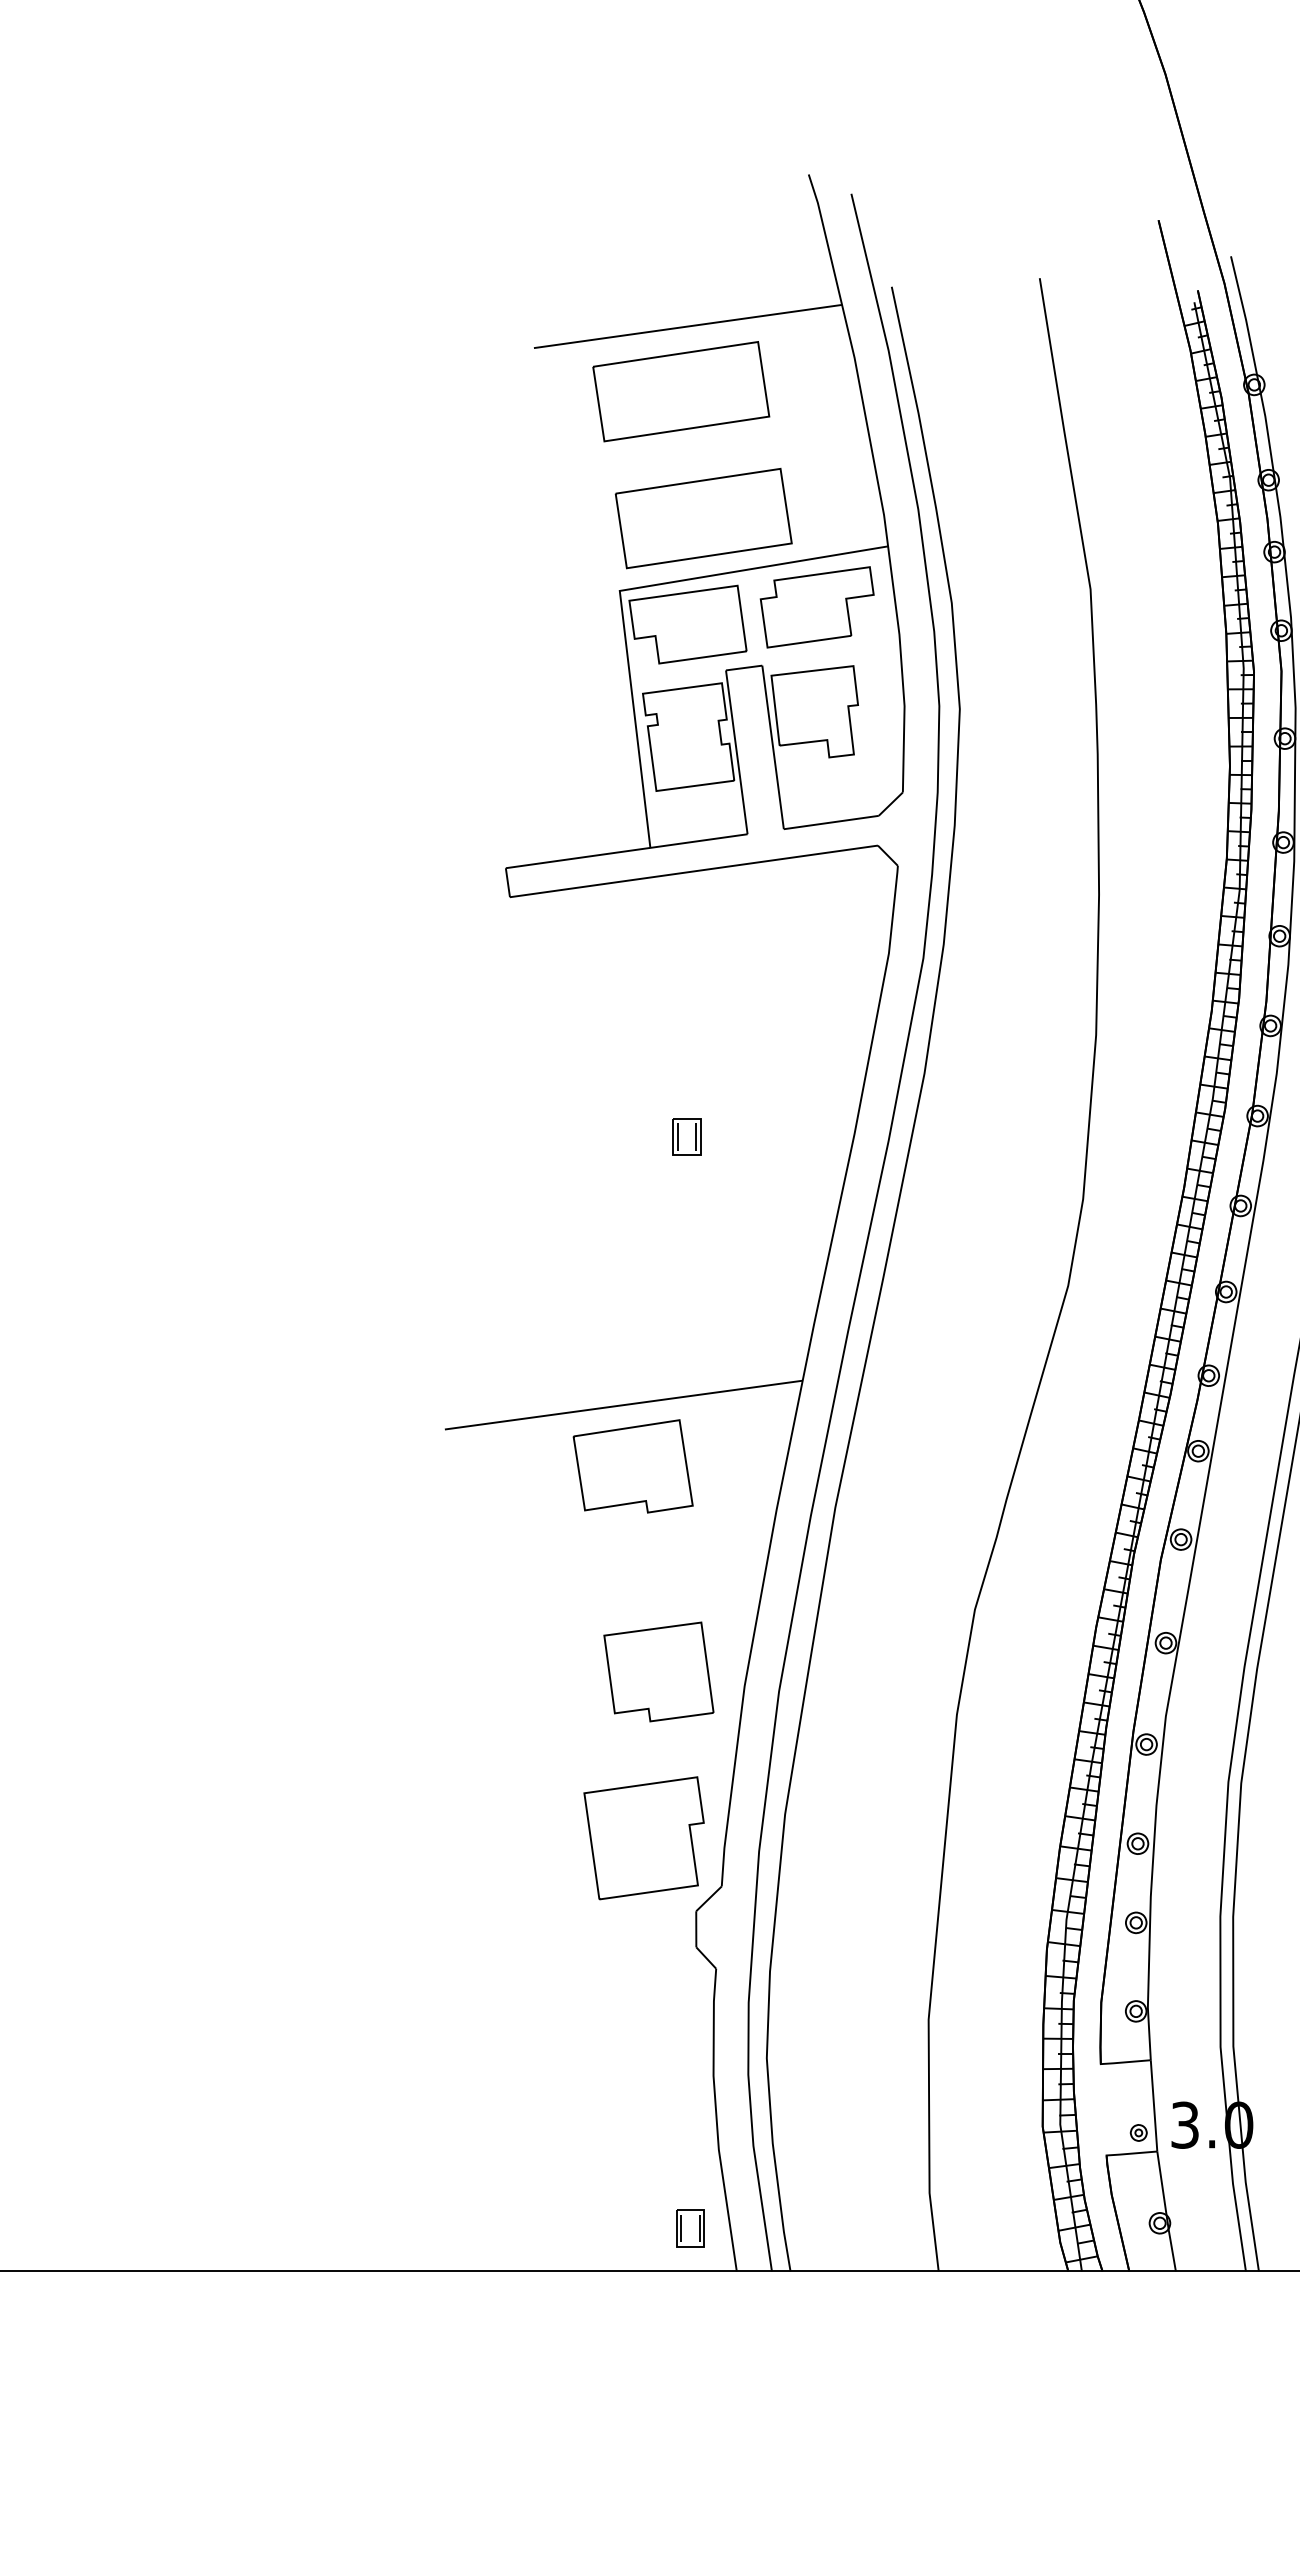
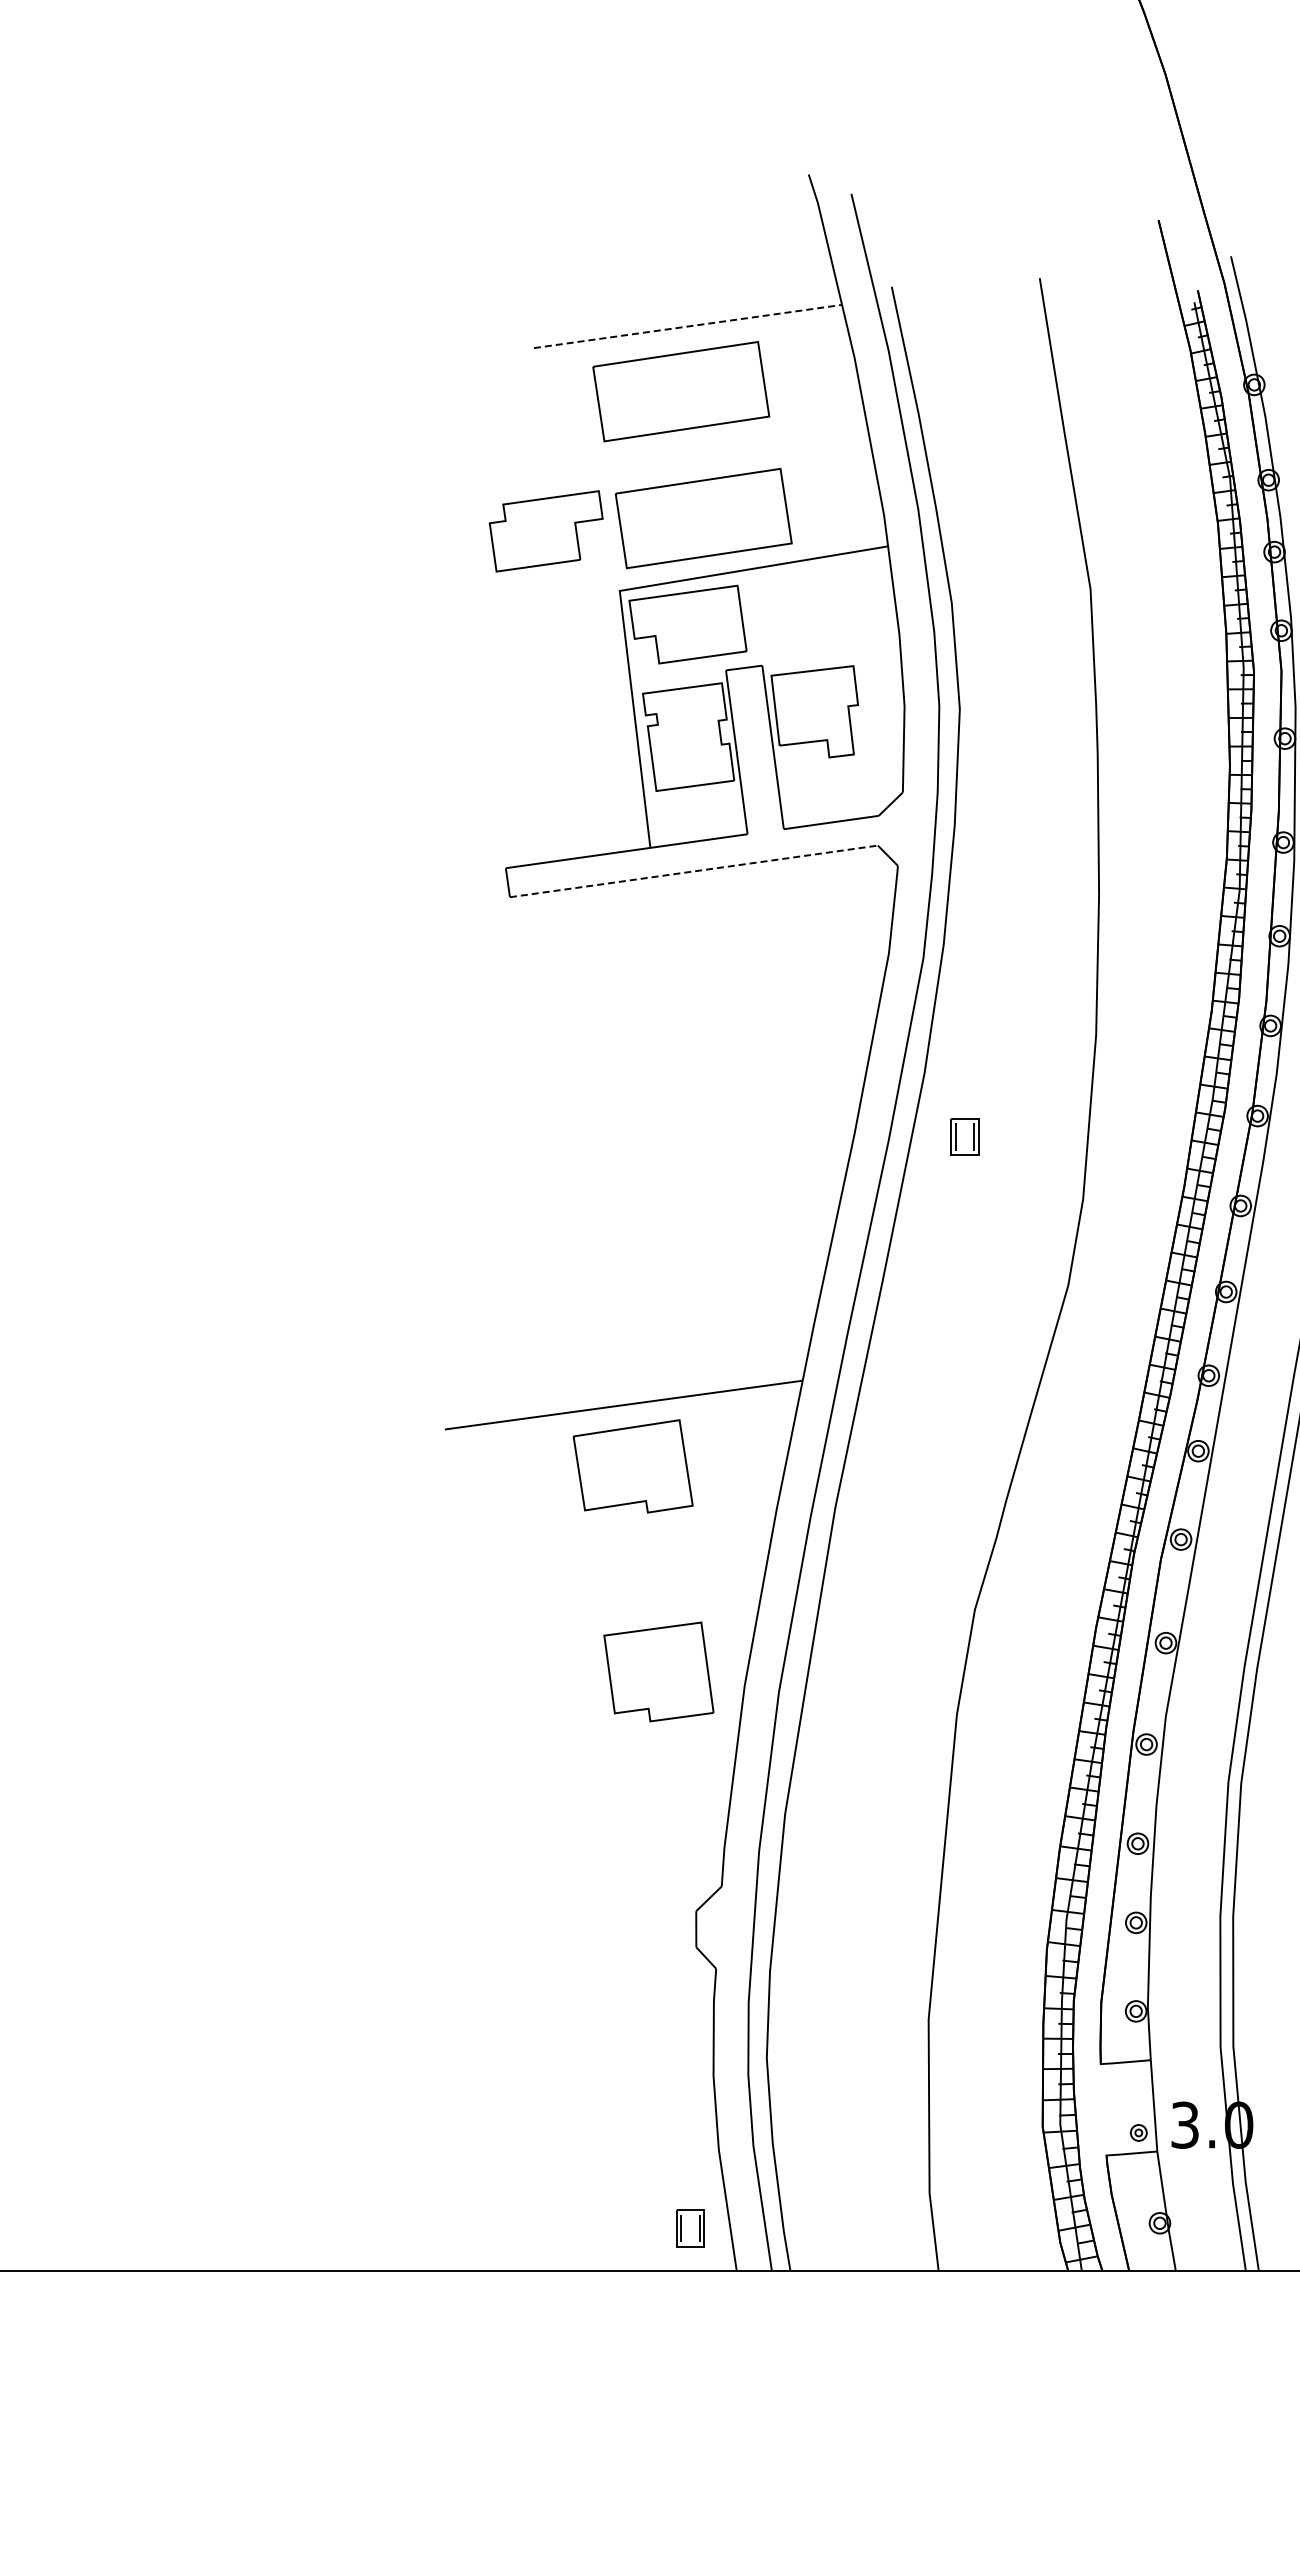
line at (688, 326): solid -> dashed
part at (816, 607) position: (816, 607) -> (545, 531)
line at (693, 871): solid -> dashed
part at (686, 1136) position: (686, 1136) -> (964, 1136)
part at (643, 1838): present -> none
